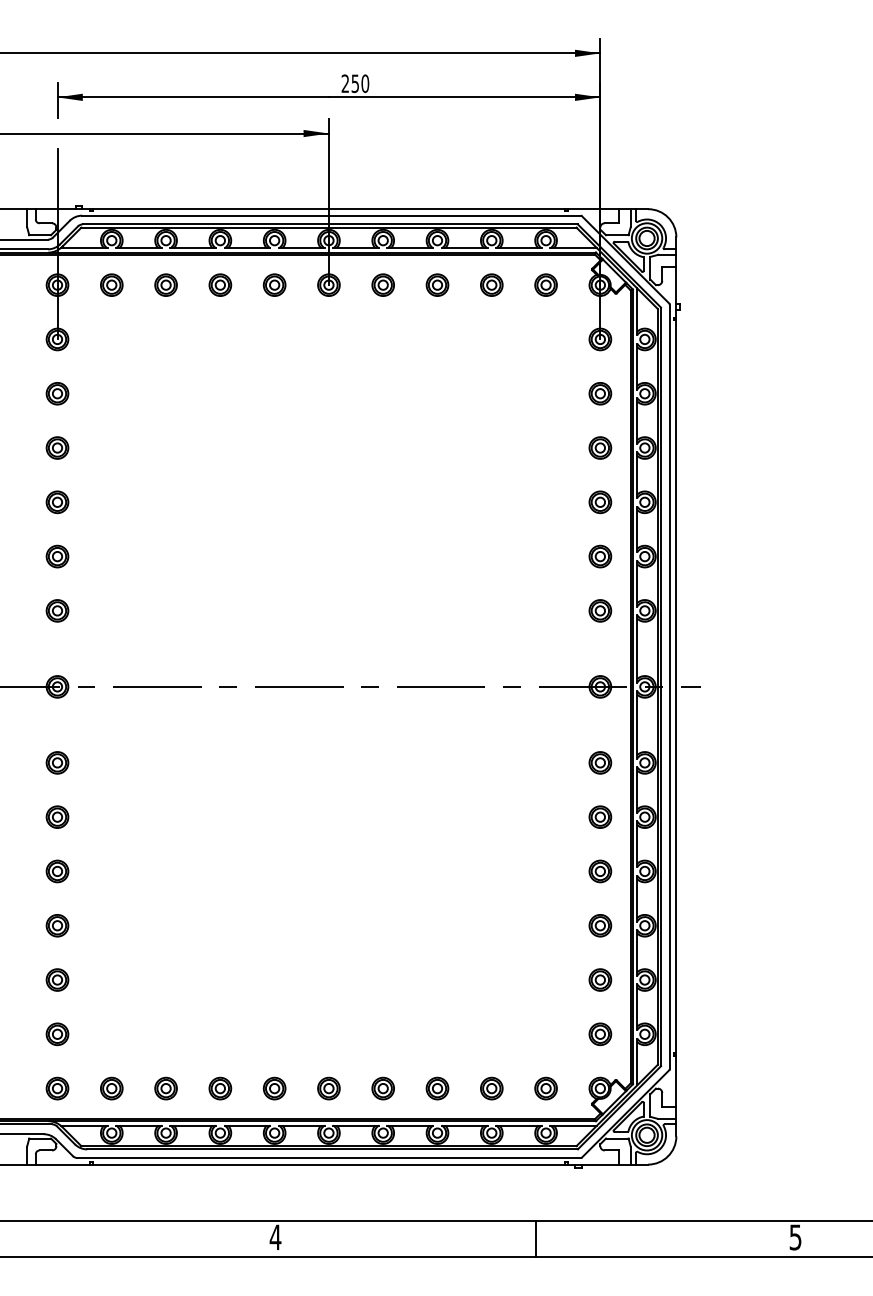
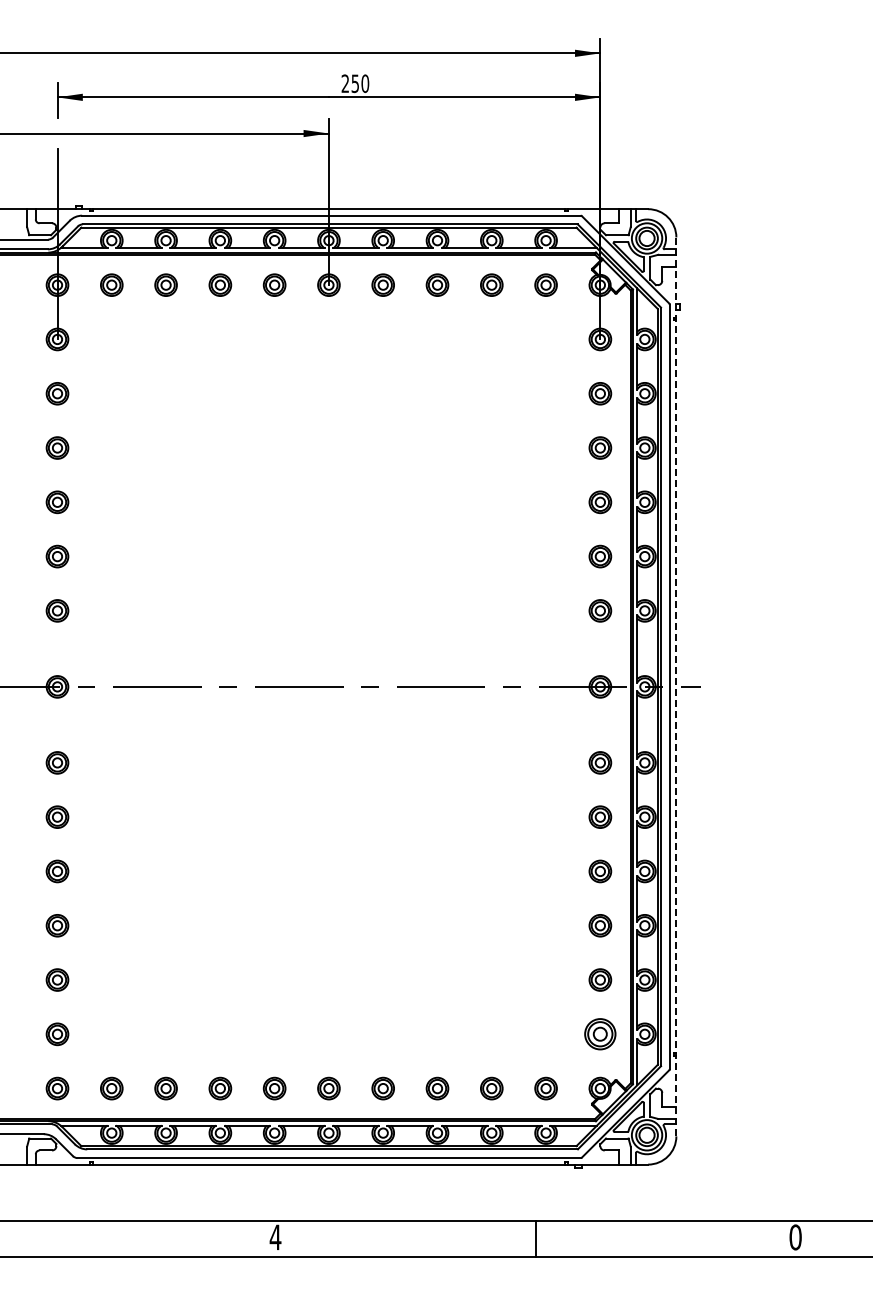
line at (676, 686): solid -> dashed
part at (600, 1034) size: 25x25 px -> 33x33 px
text at (795, 1237): 5 -> 0
